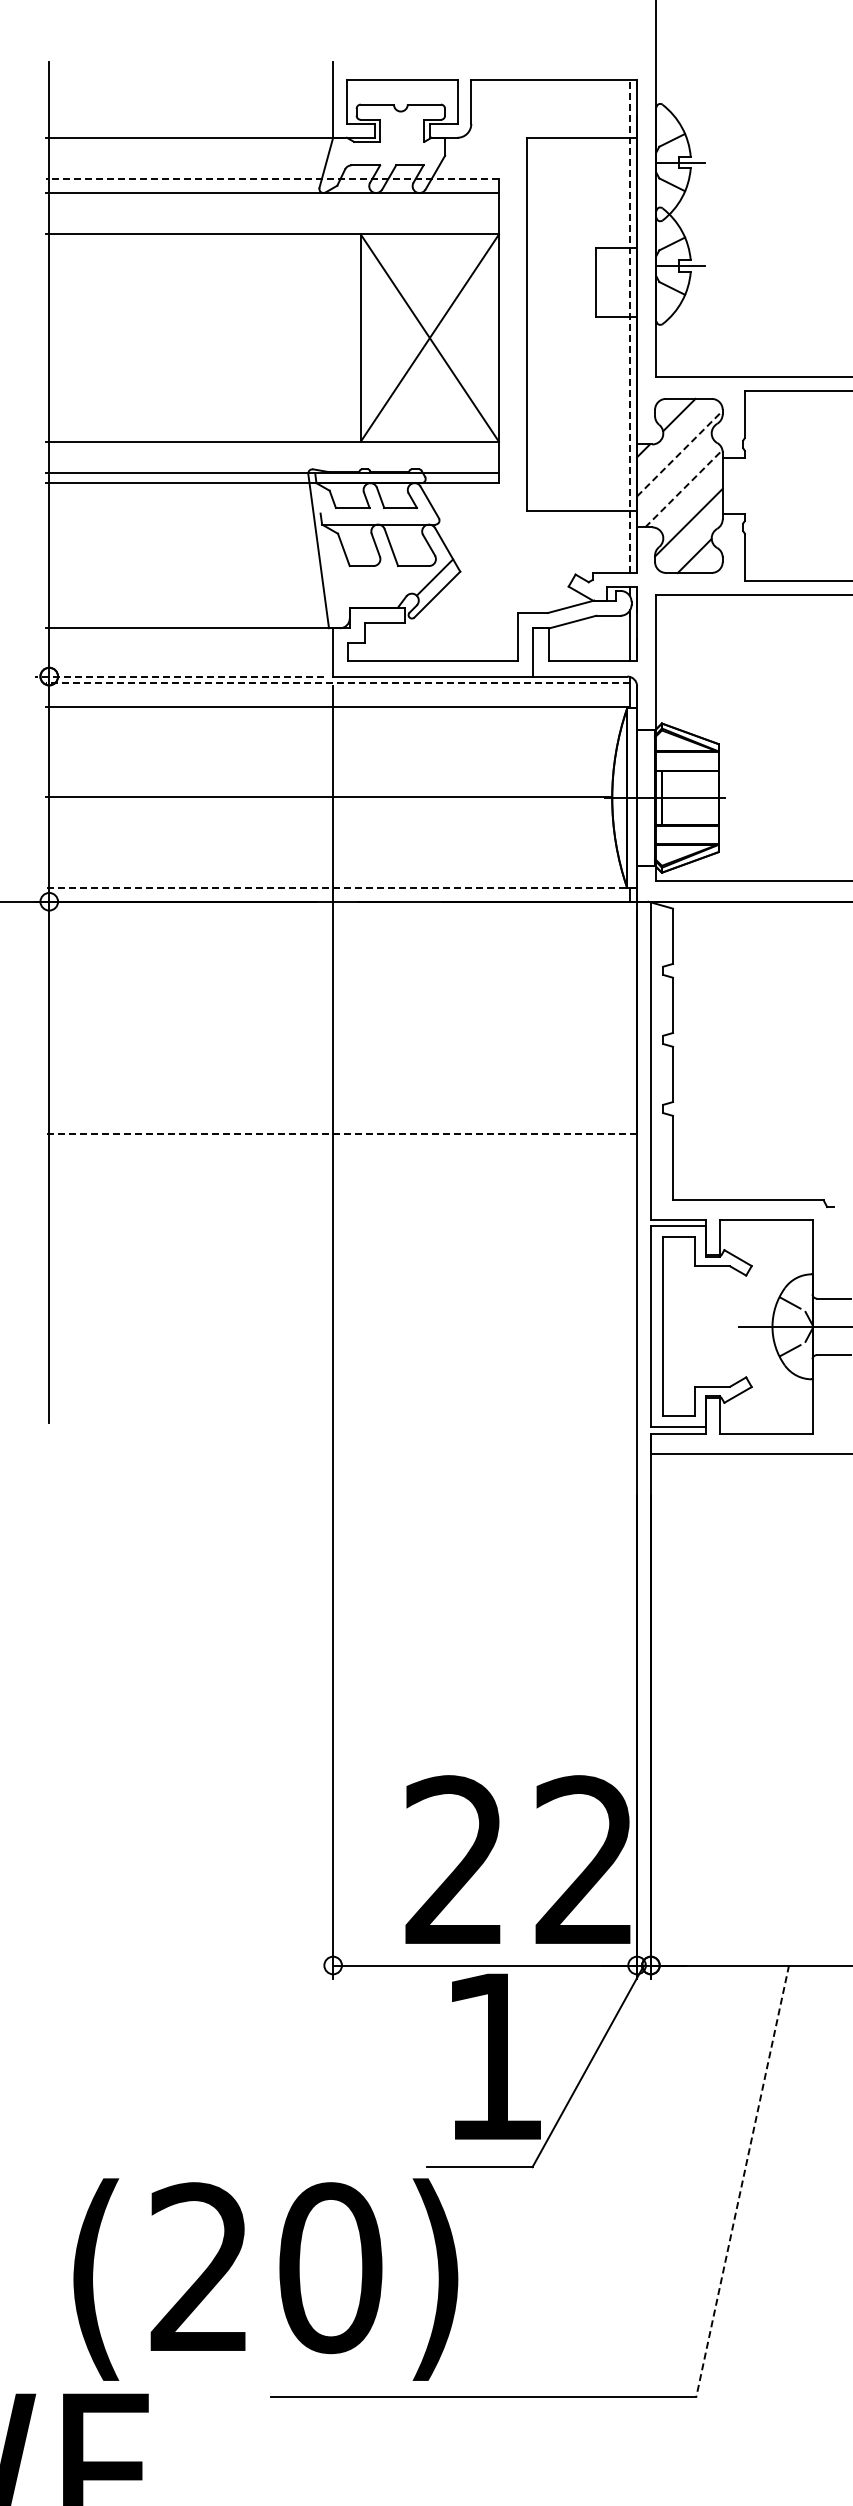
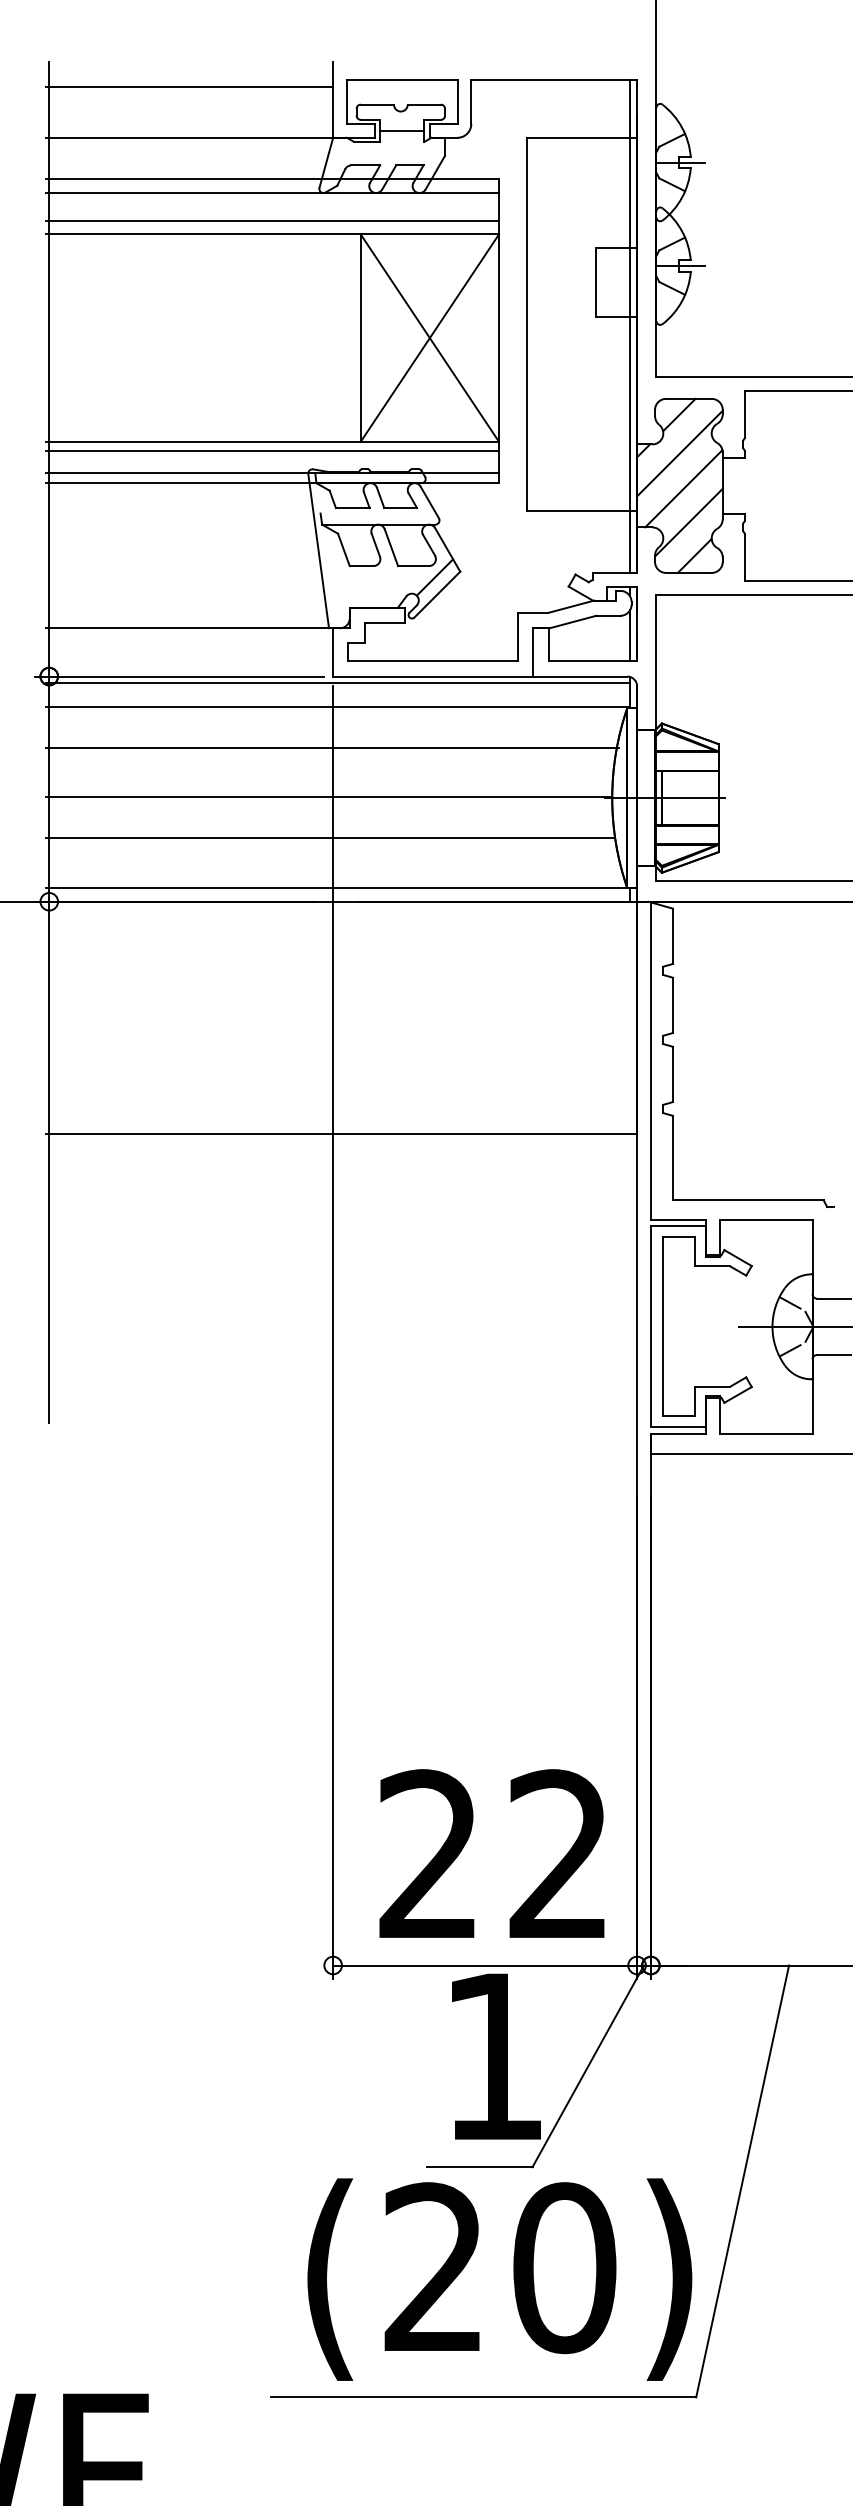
line at (189, 86): none -> present
line at (402, 130): none -> present
line at (272, 179): dashed -> solid
line at (271, 220): none -> present
line at (630, 326): dashed -> solid
line at (271, 451): none -> present
line at (679, 453): dashed -> solid
line at (683, 488): dashed -> solid
line at (178, 676): dashed -> solid
line at (337, 683): dashed -> solid
line at (332, 748): none -> present
line at (329, 838): none -> present
line at (341, 887): dashed -> solid
line at (341, 1134): dashed -> solid
text at (517, 1859) position: (517, 1859) -> (491, 1853)
line at (742, 2181): dashed -> solid
text at (265, 2279) position: (265, 2279) -> (499, 2279)
